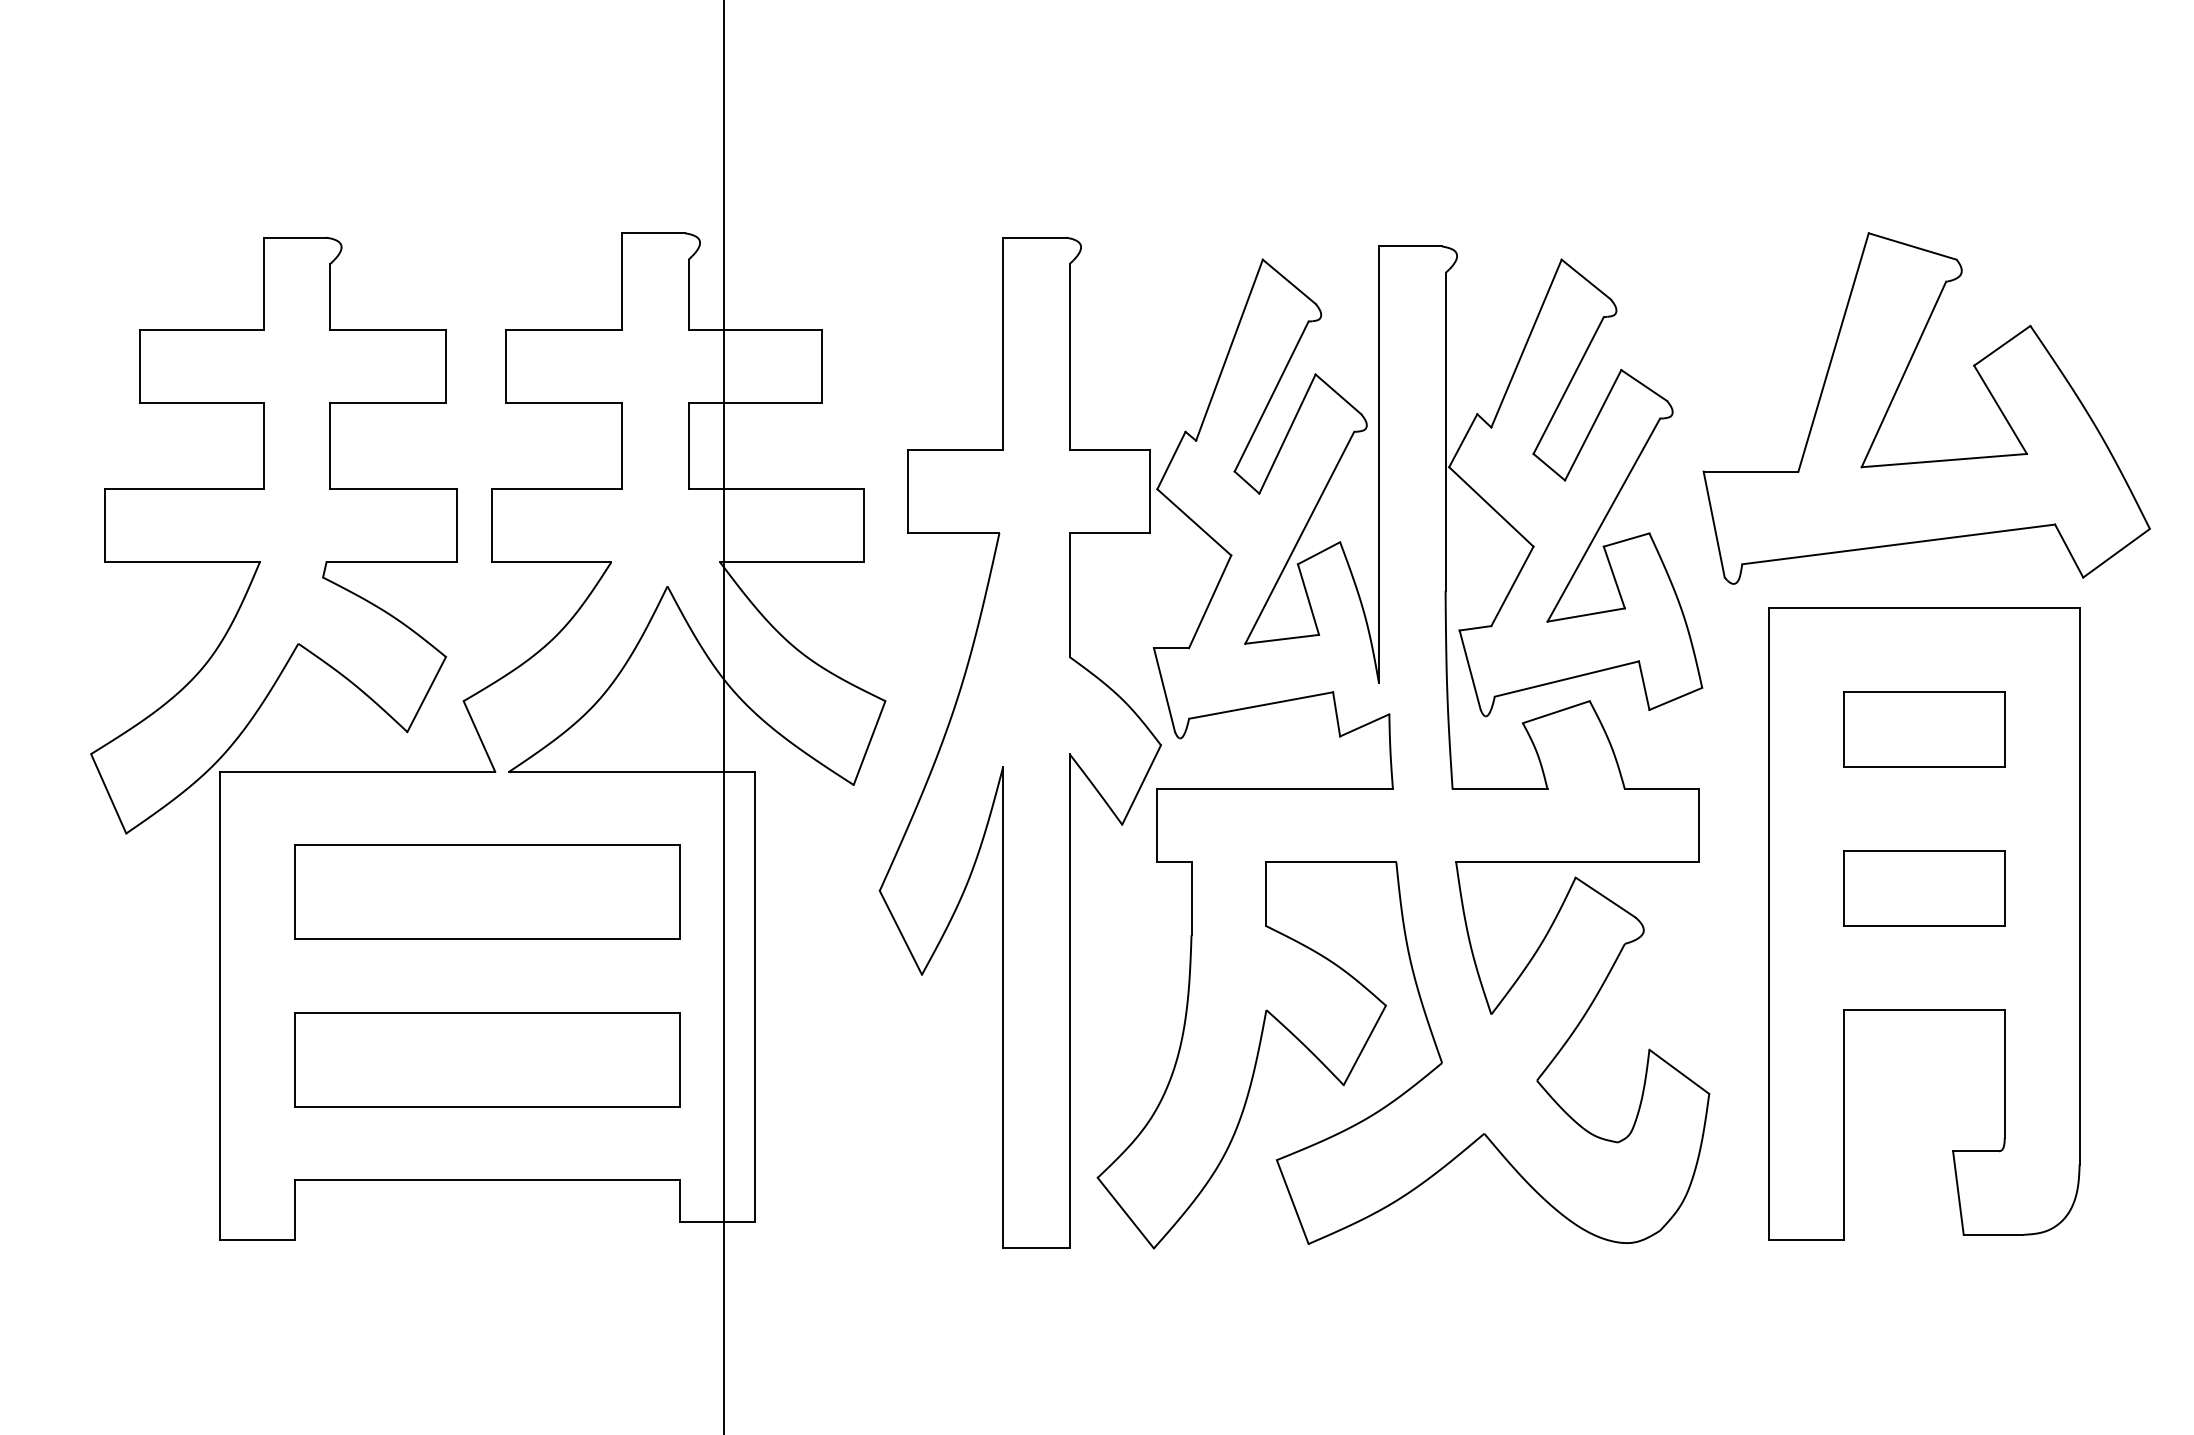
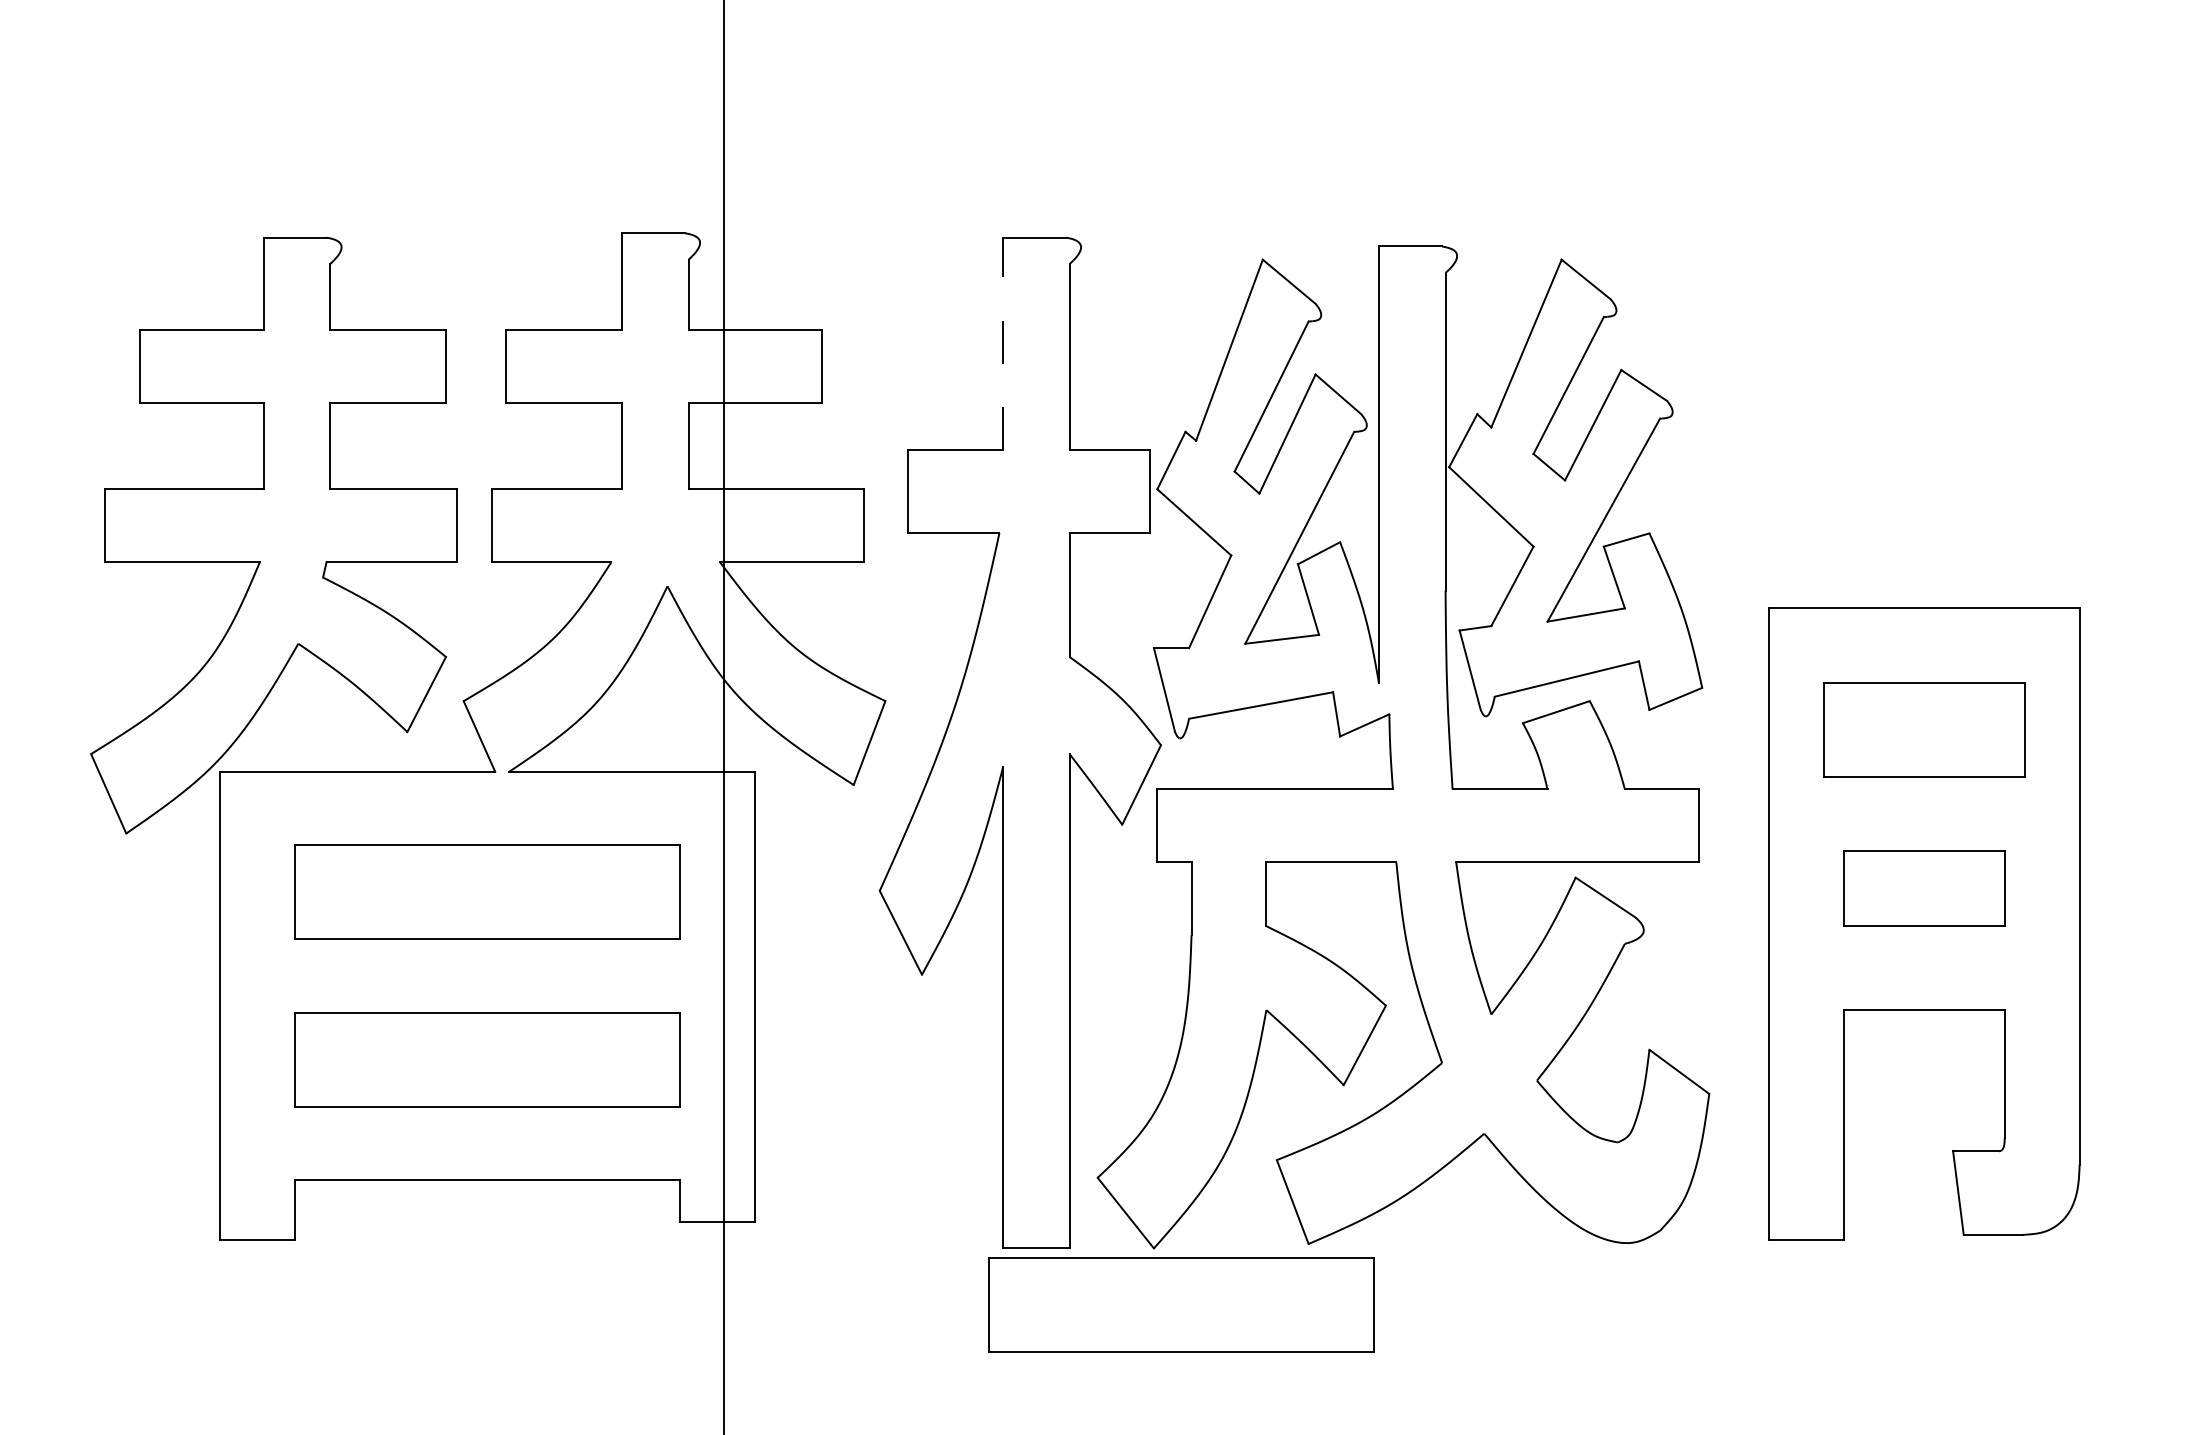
line at (1003, 343): solid -> dashed
part at (1896, 393): present -> none
part at (1924, 729) size: 163x77 px -> 203x96 px
part at (1181, 1304): none -> present
